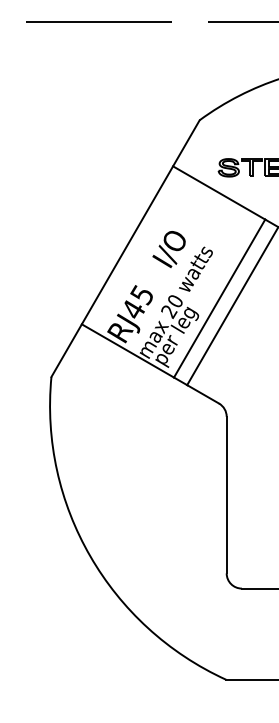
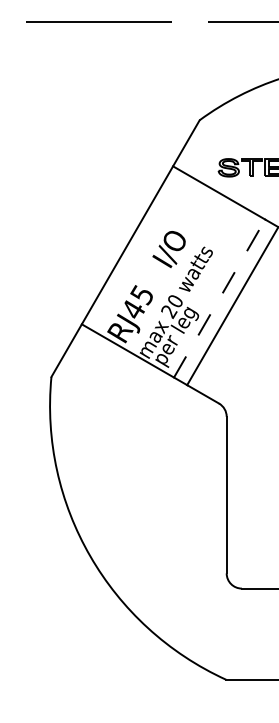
line at (219, 298): solid -> dashed
